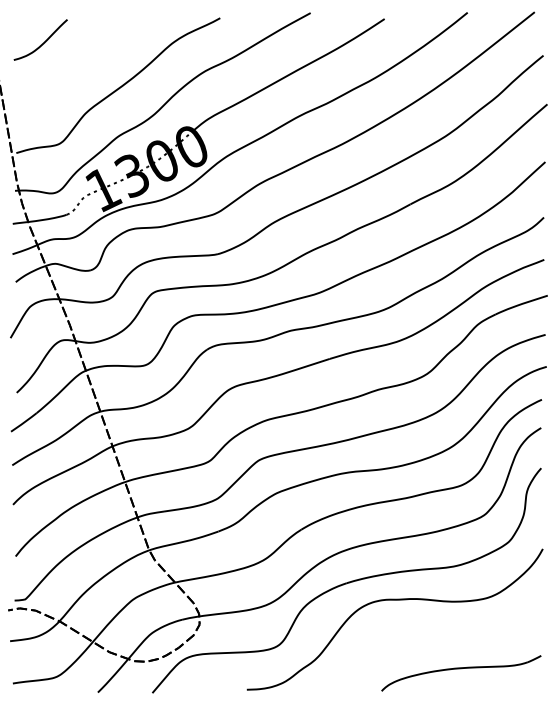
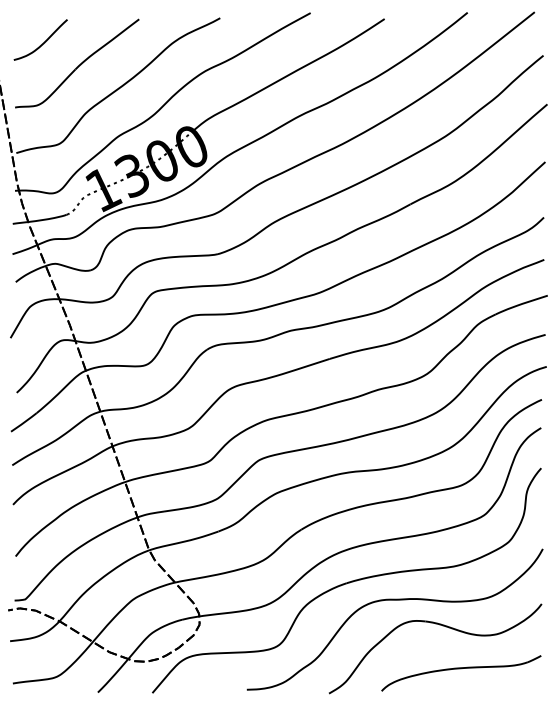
part at (77, 63): none -> present
part at (442, 626): none -> present
